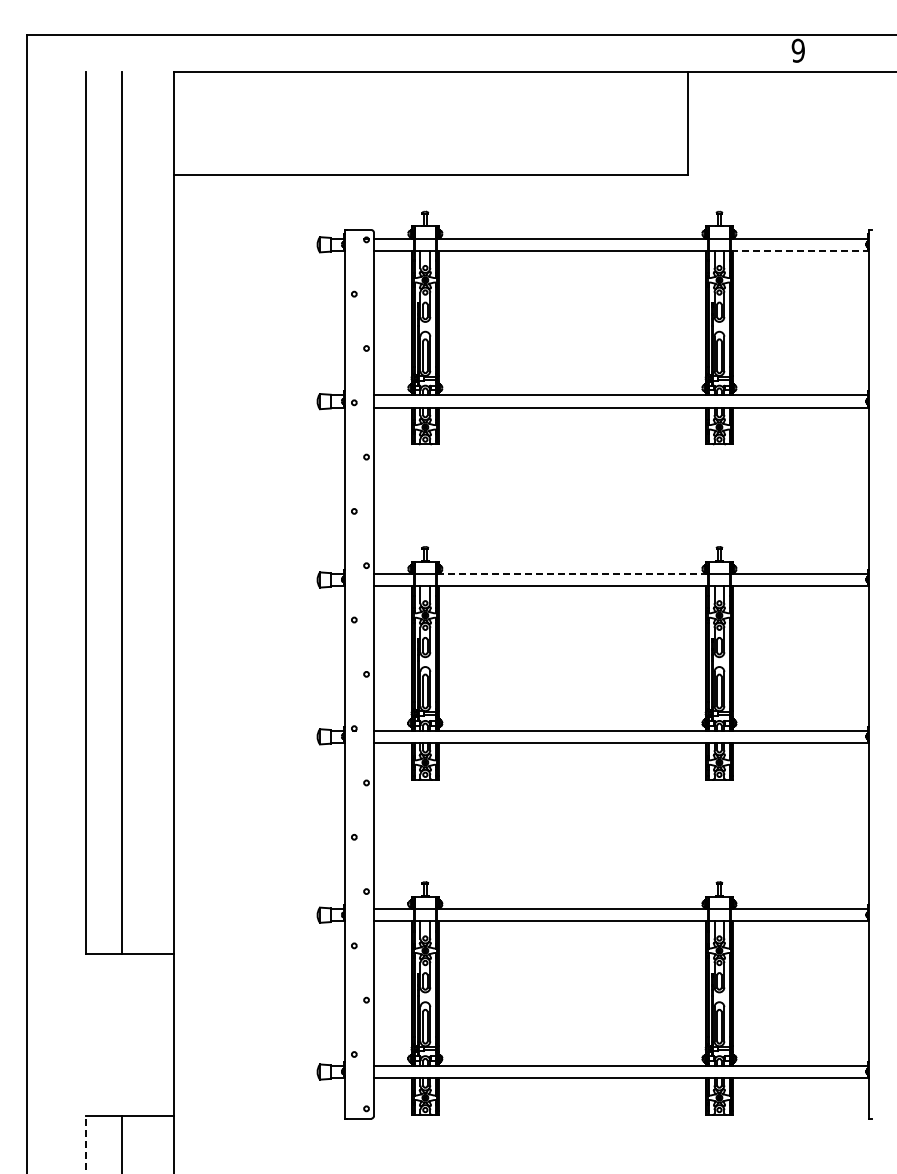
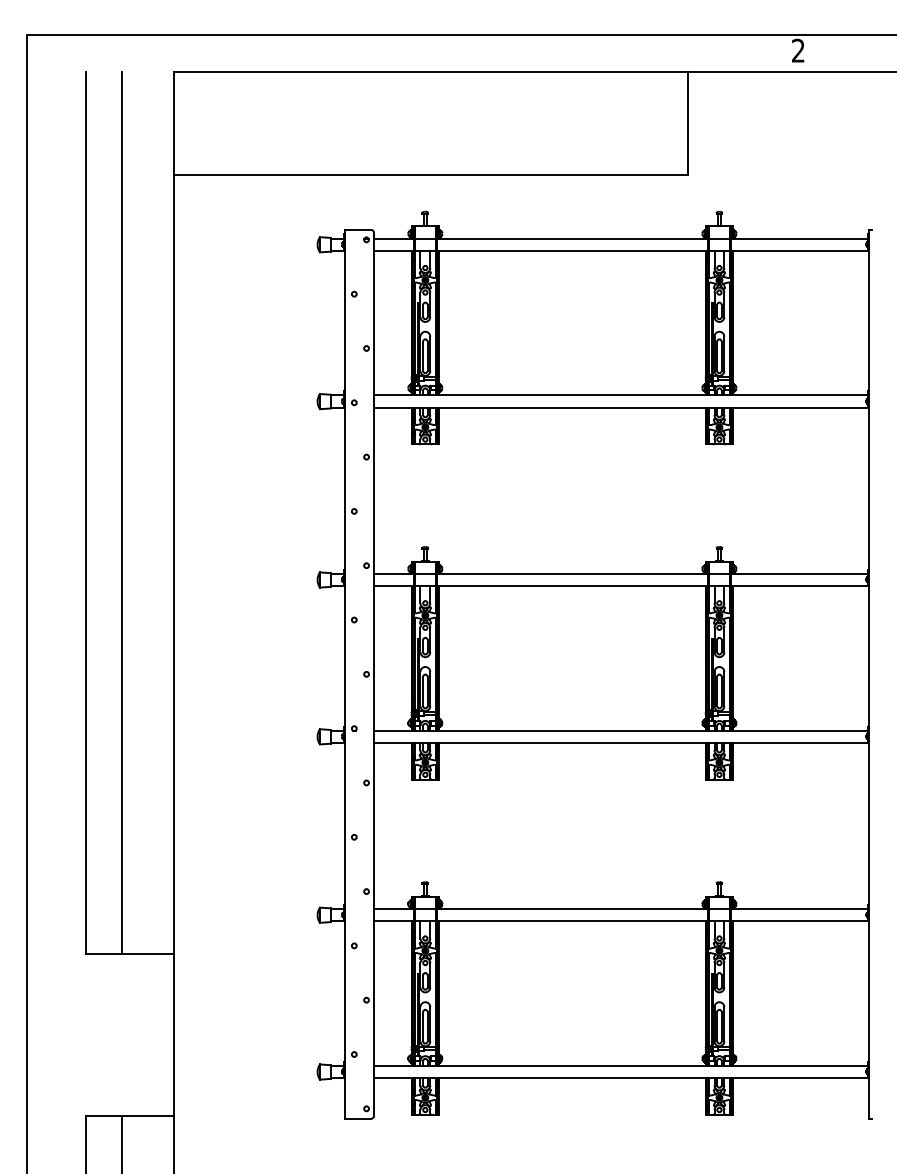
text at (797, 50): 9 -> 2
line at (799, 250): dashed -> solid
line at (572, 573): dashed -> solid
line at (85, 1144): dashed -> solid
